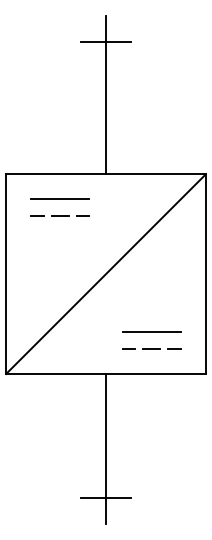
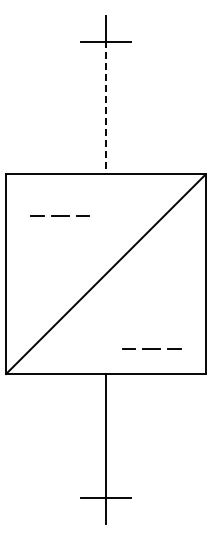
line at (105, 107): solid -> dashed
line at (60, 199): present -> none
line at (151, 332): present -> none
